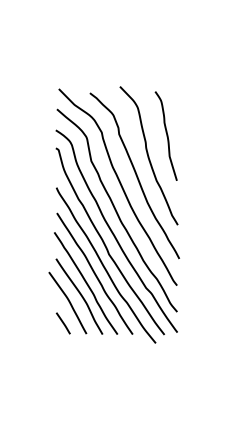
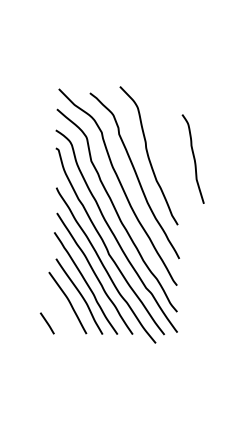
curve at (166, 135) position: (166, 135) -> (193, 158)
line at (62, 323) position: (62, 323) -> (46, 323)
